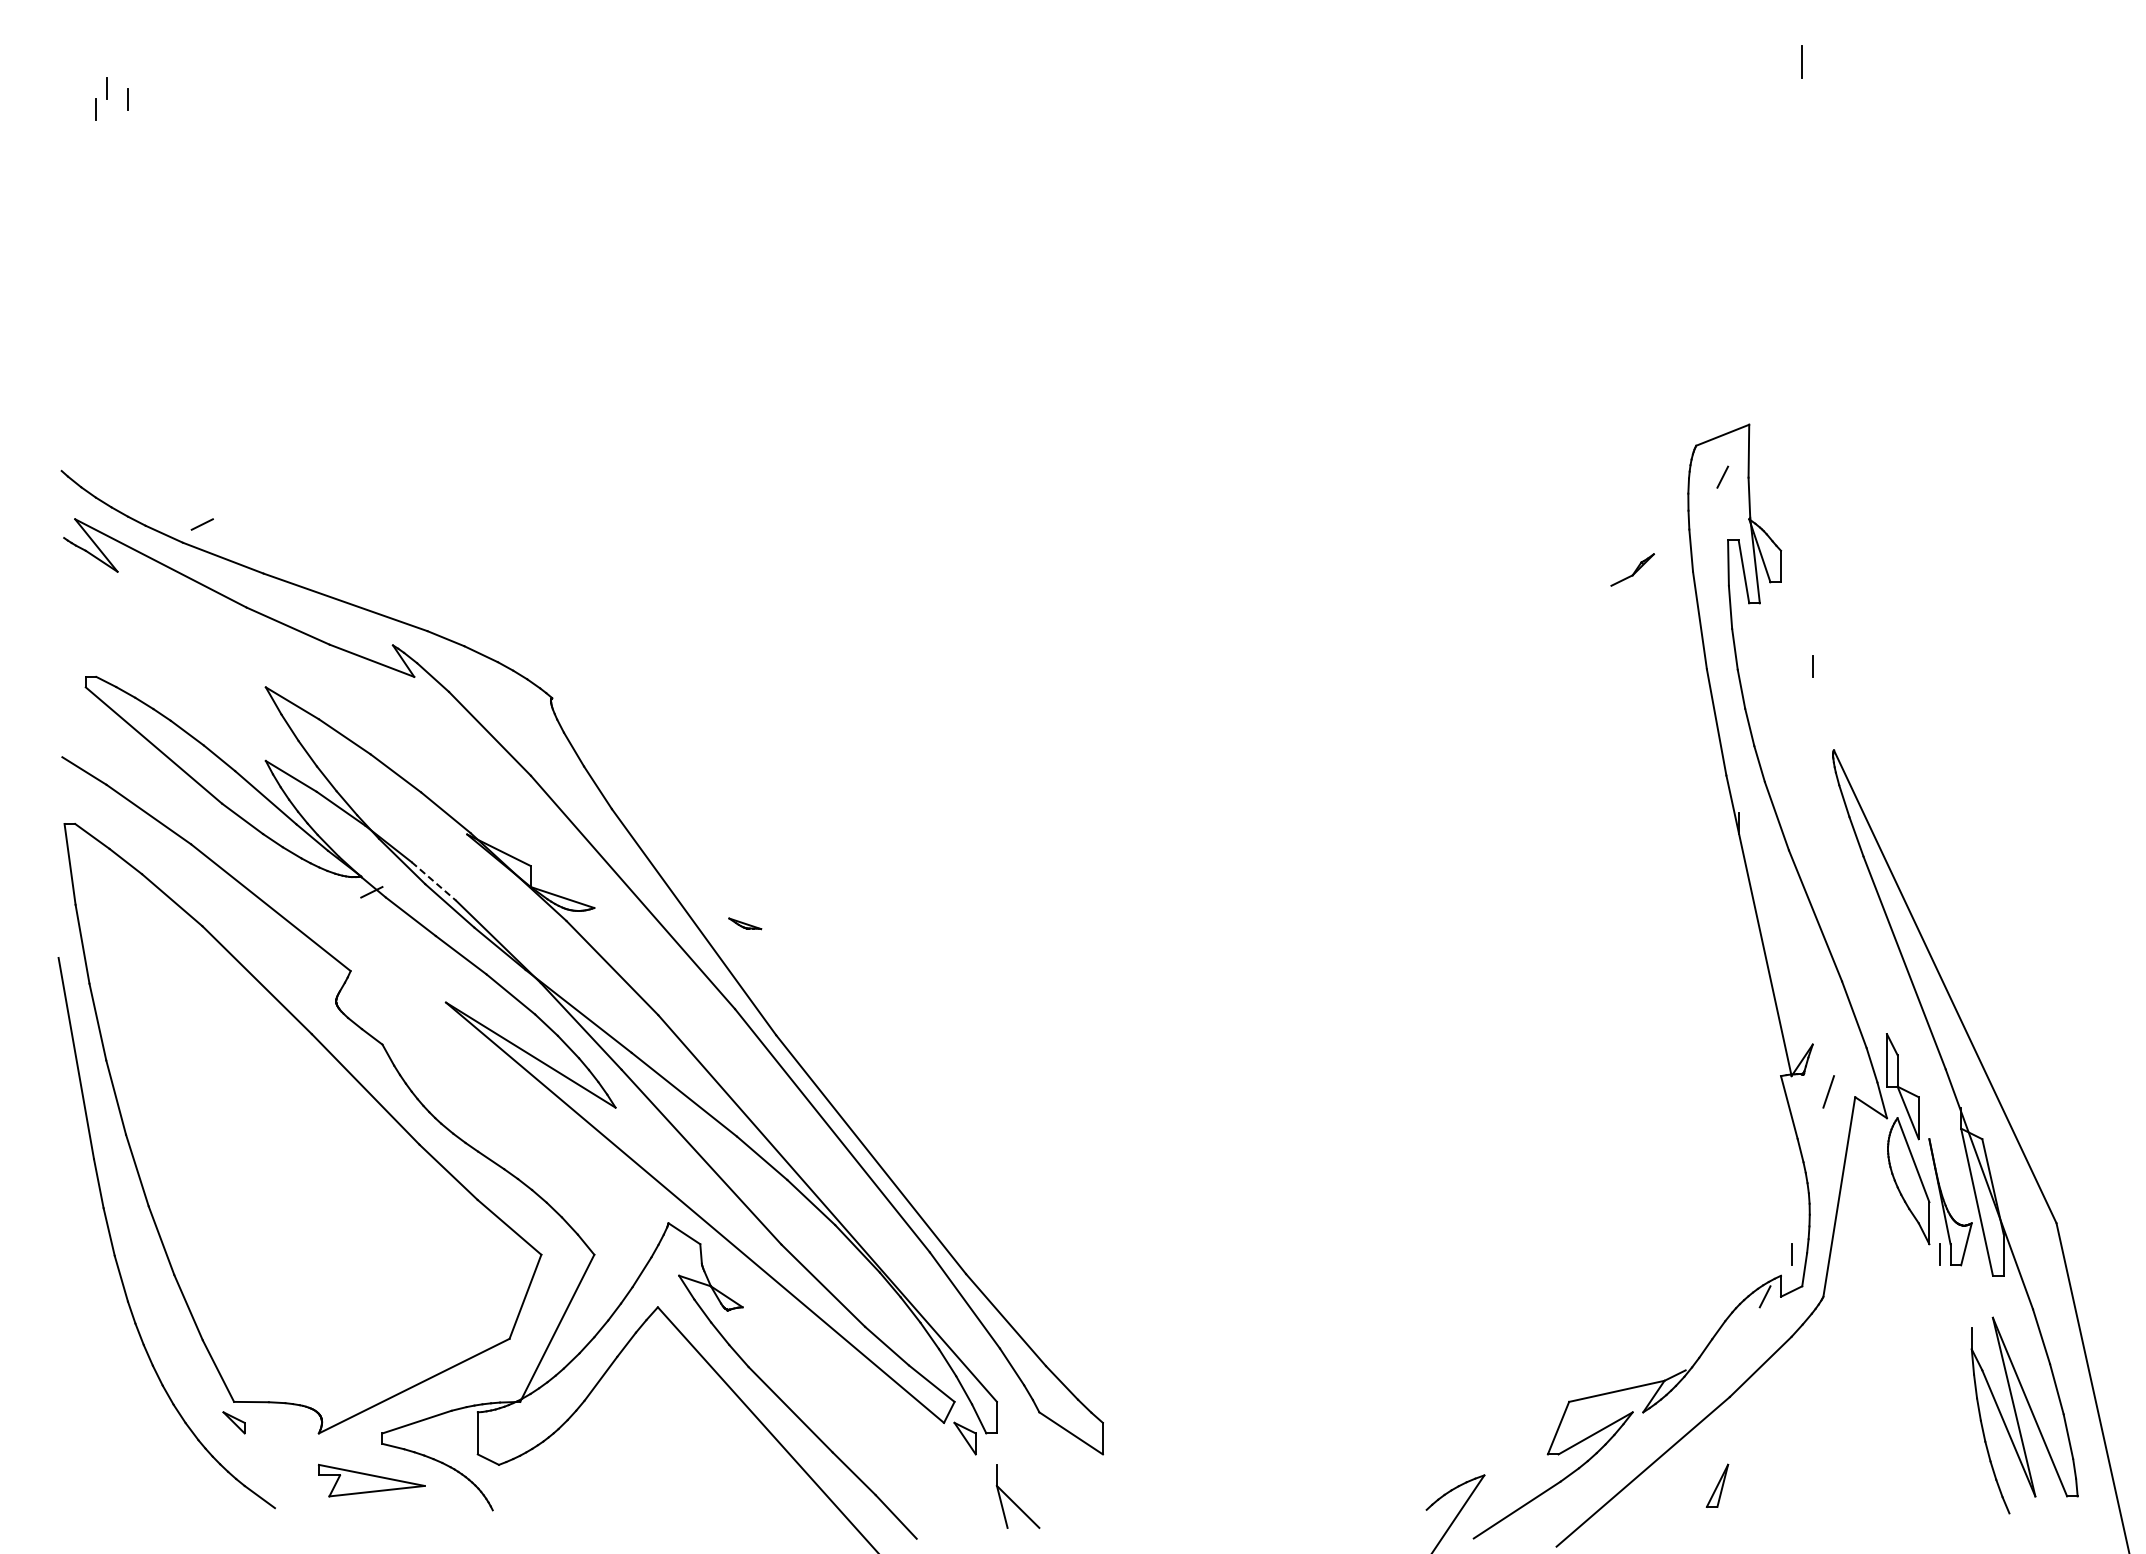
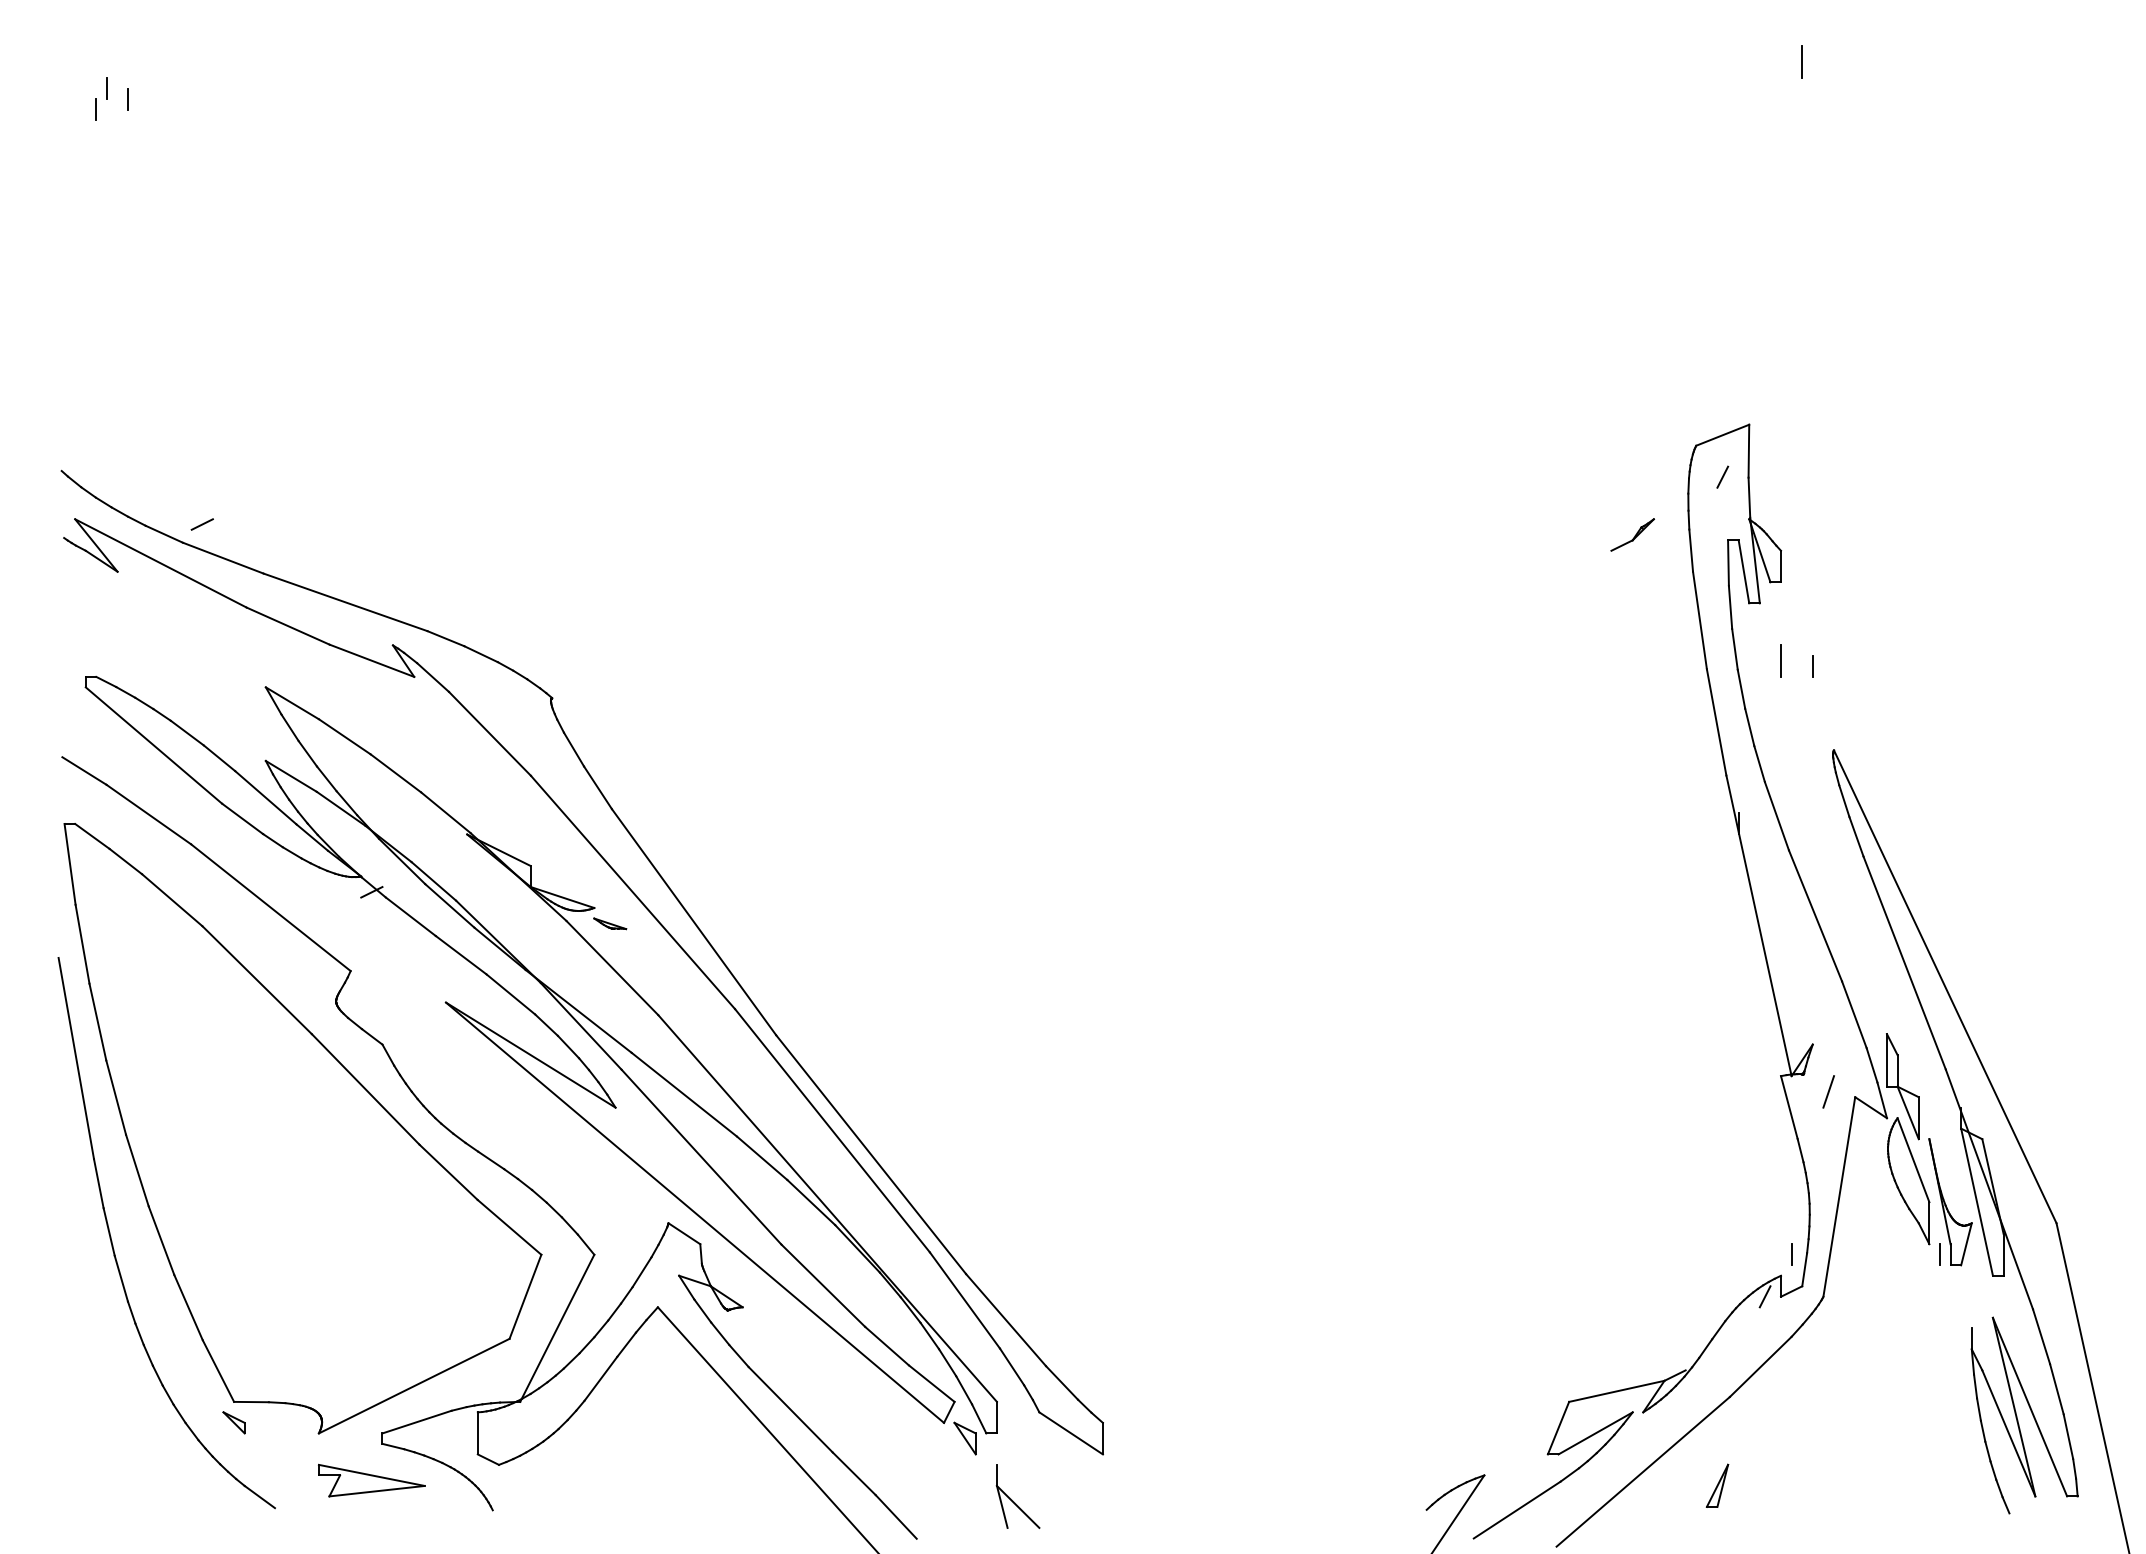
part at (1632, 569) position: (1632, 569) -> (1632, 534)
line at (1781, 660): none -> present
line at (434, 881): dashed -> solid
part at (745, 923) position: (745, 923) -> (610, 923)
